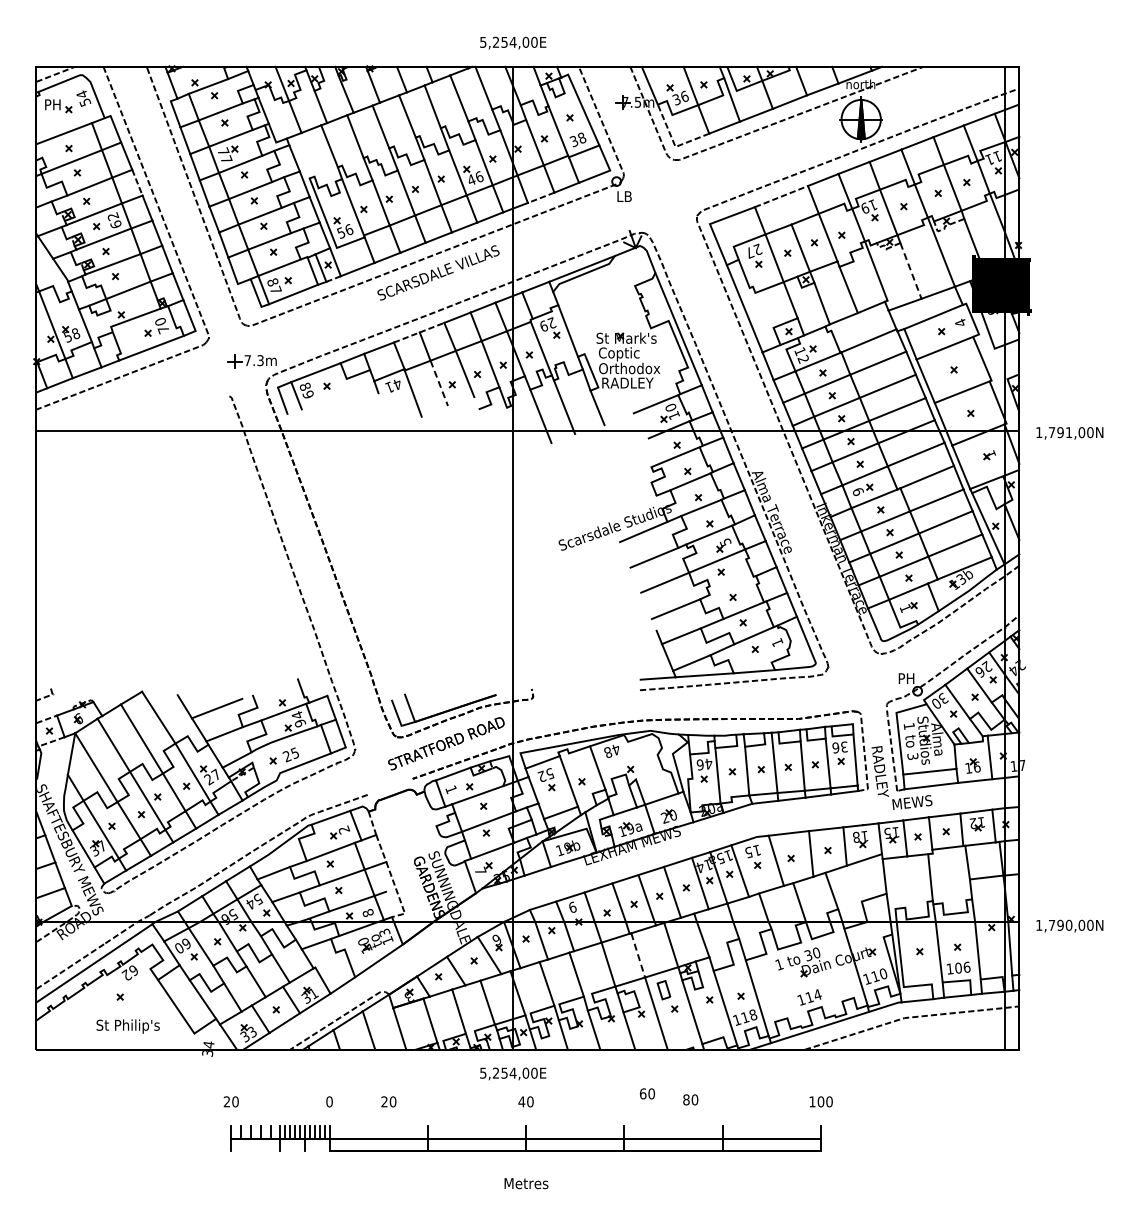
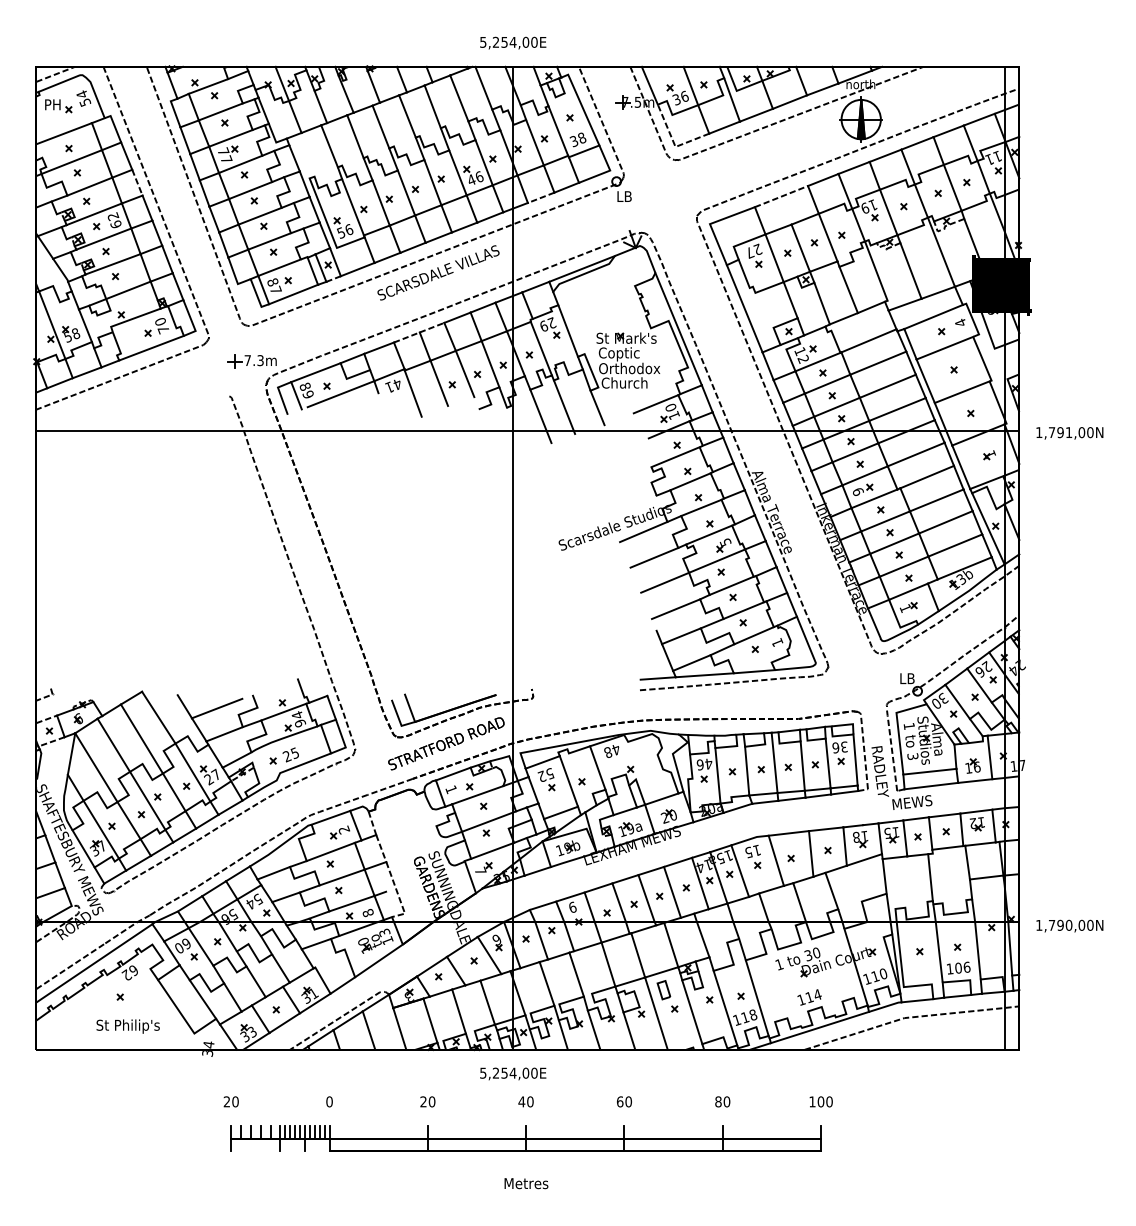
line at (910, 270): dashed -> solid
text at (627, 382): RADLEY -> Church
line at (439, 383): dashed -> solid
line at (340, 394): none -> present
line at (731, 585): none -> present
text at (906, 678): PH -> LB
line at (389, 786): none -> present
line at (638, 955): dashed -> solid
text at (647, 1093) position: (647, 1093) -> (624, 1101)
text at (690, 1099) position: (690, 1099) -> (722, 1101)
text at (388, 1101) position: (388, 1101) -> (427, 1101)
